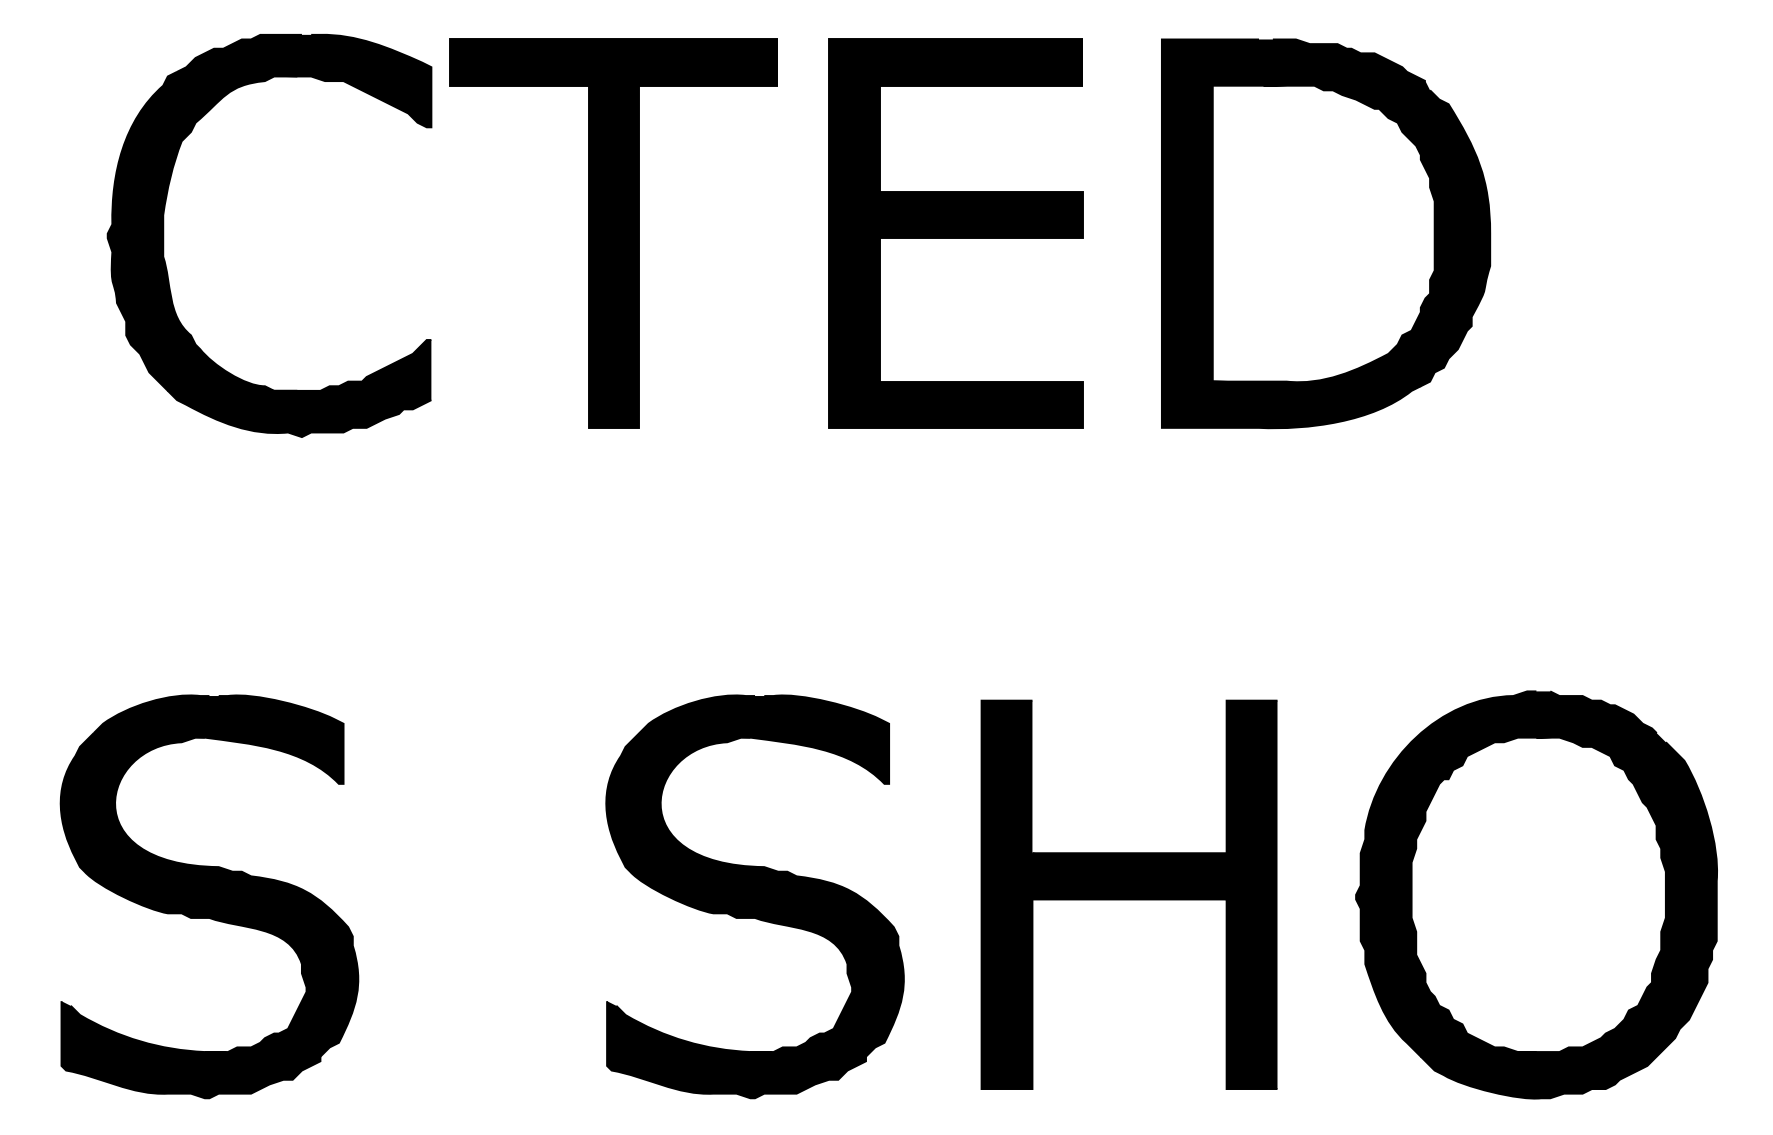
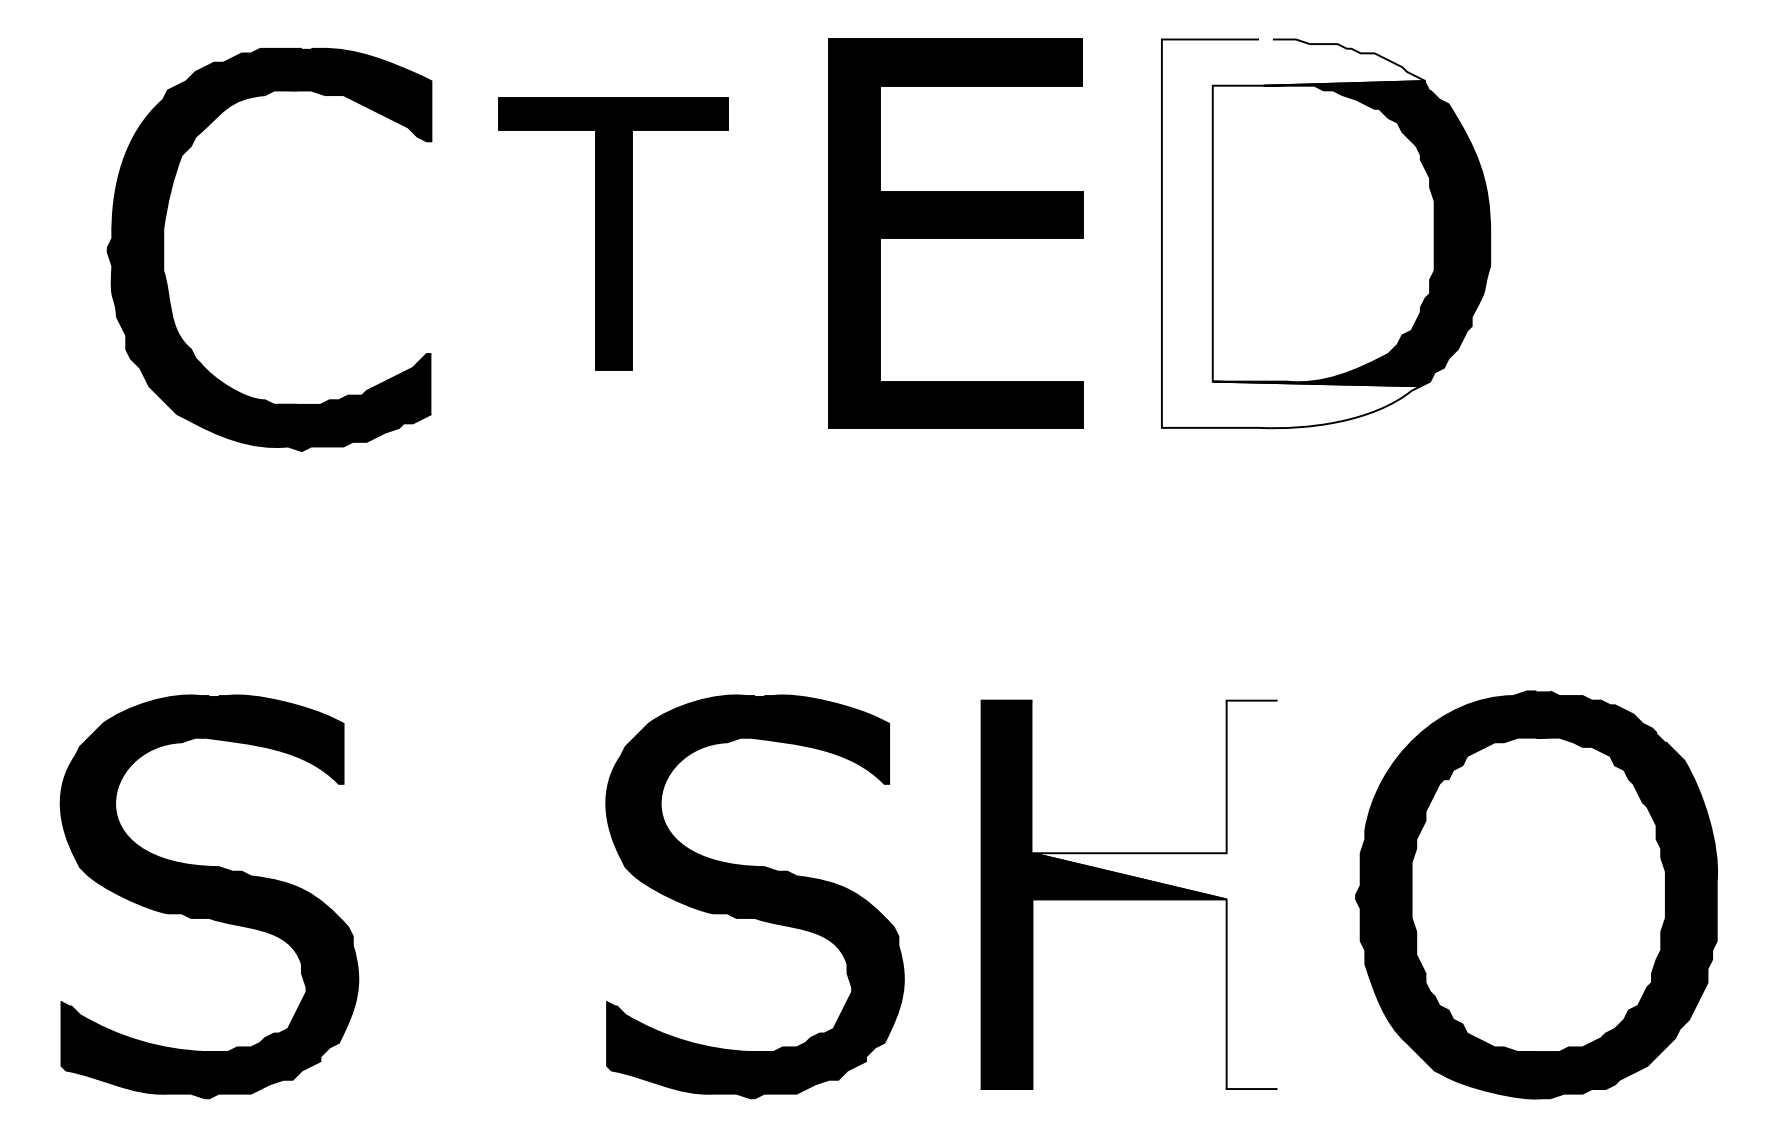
part at (613, 233) size: 329x391 px -> 231x274 px
fill at (1293, 233): present -> none
part at (164, 235) position: (164, 235) -> (164, 249)
fill at (1154, 894): present -> none
